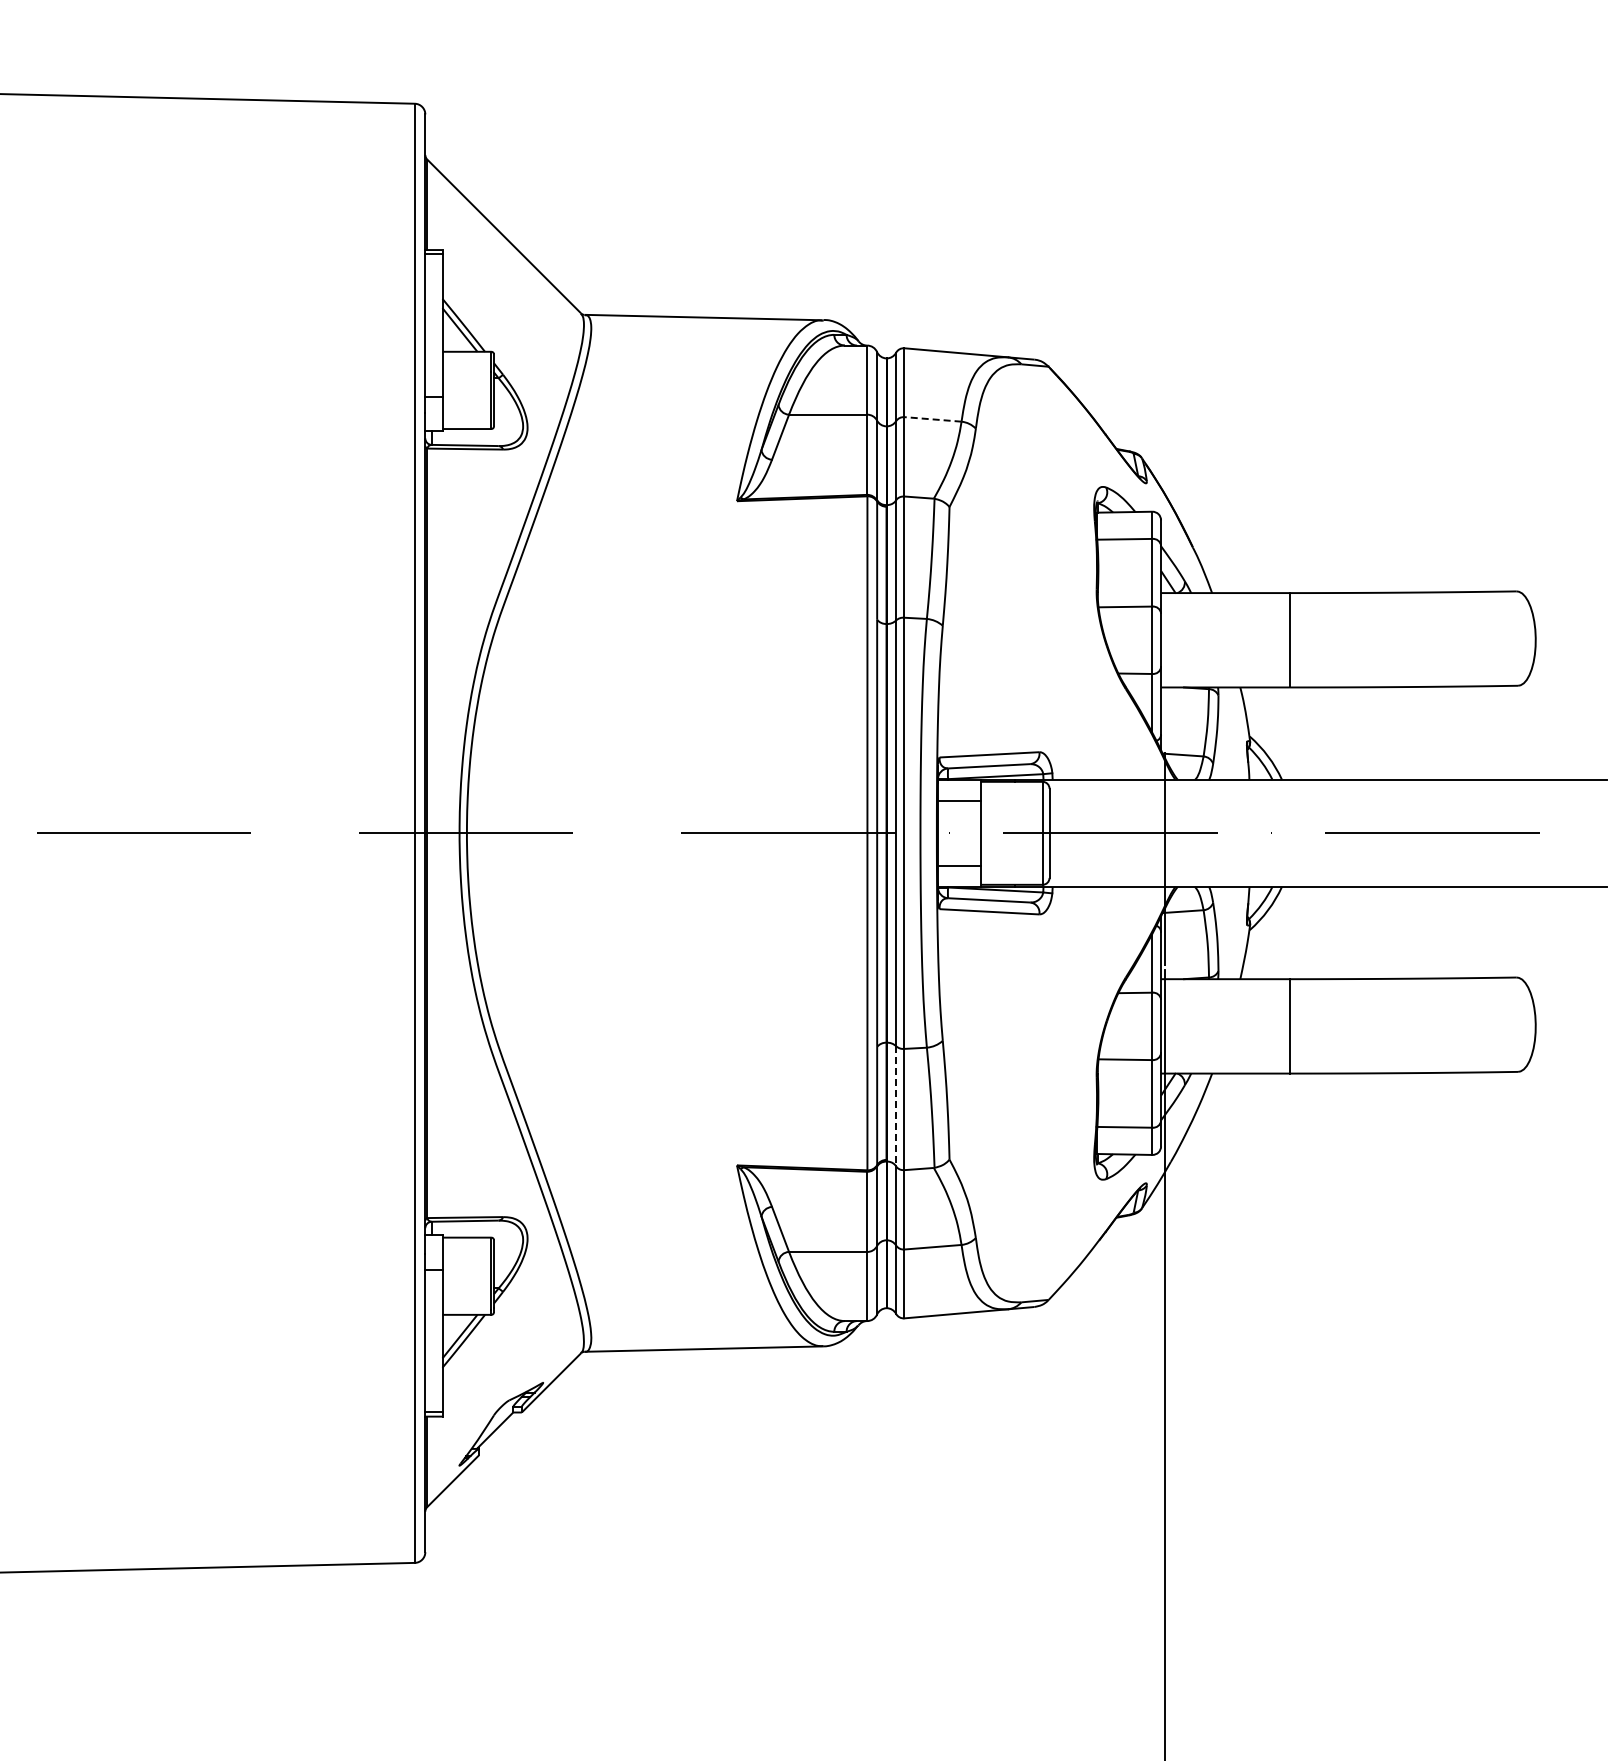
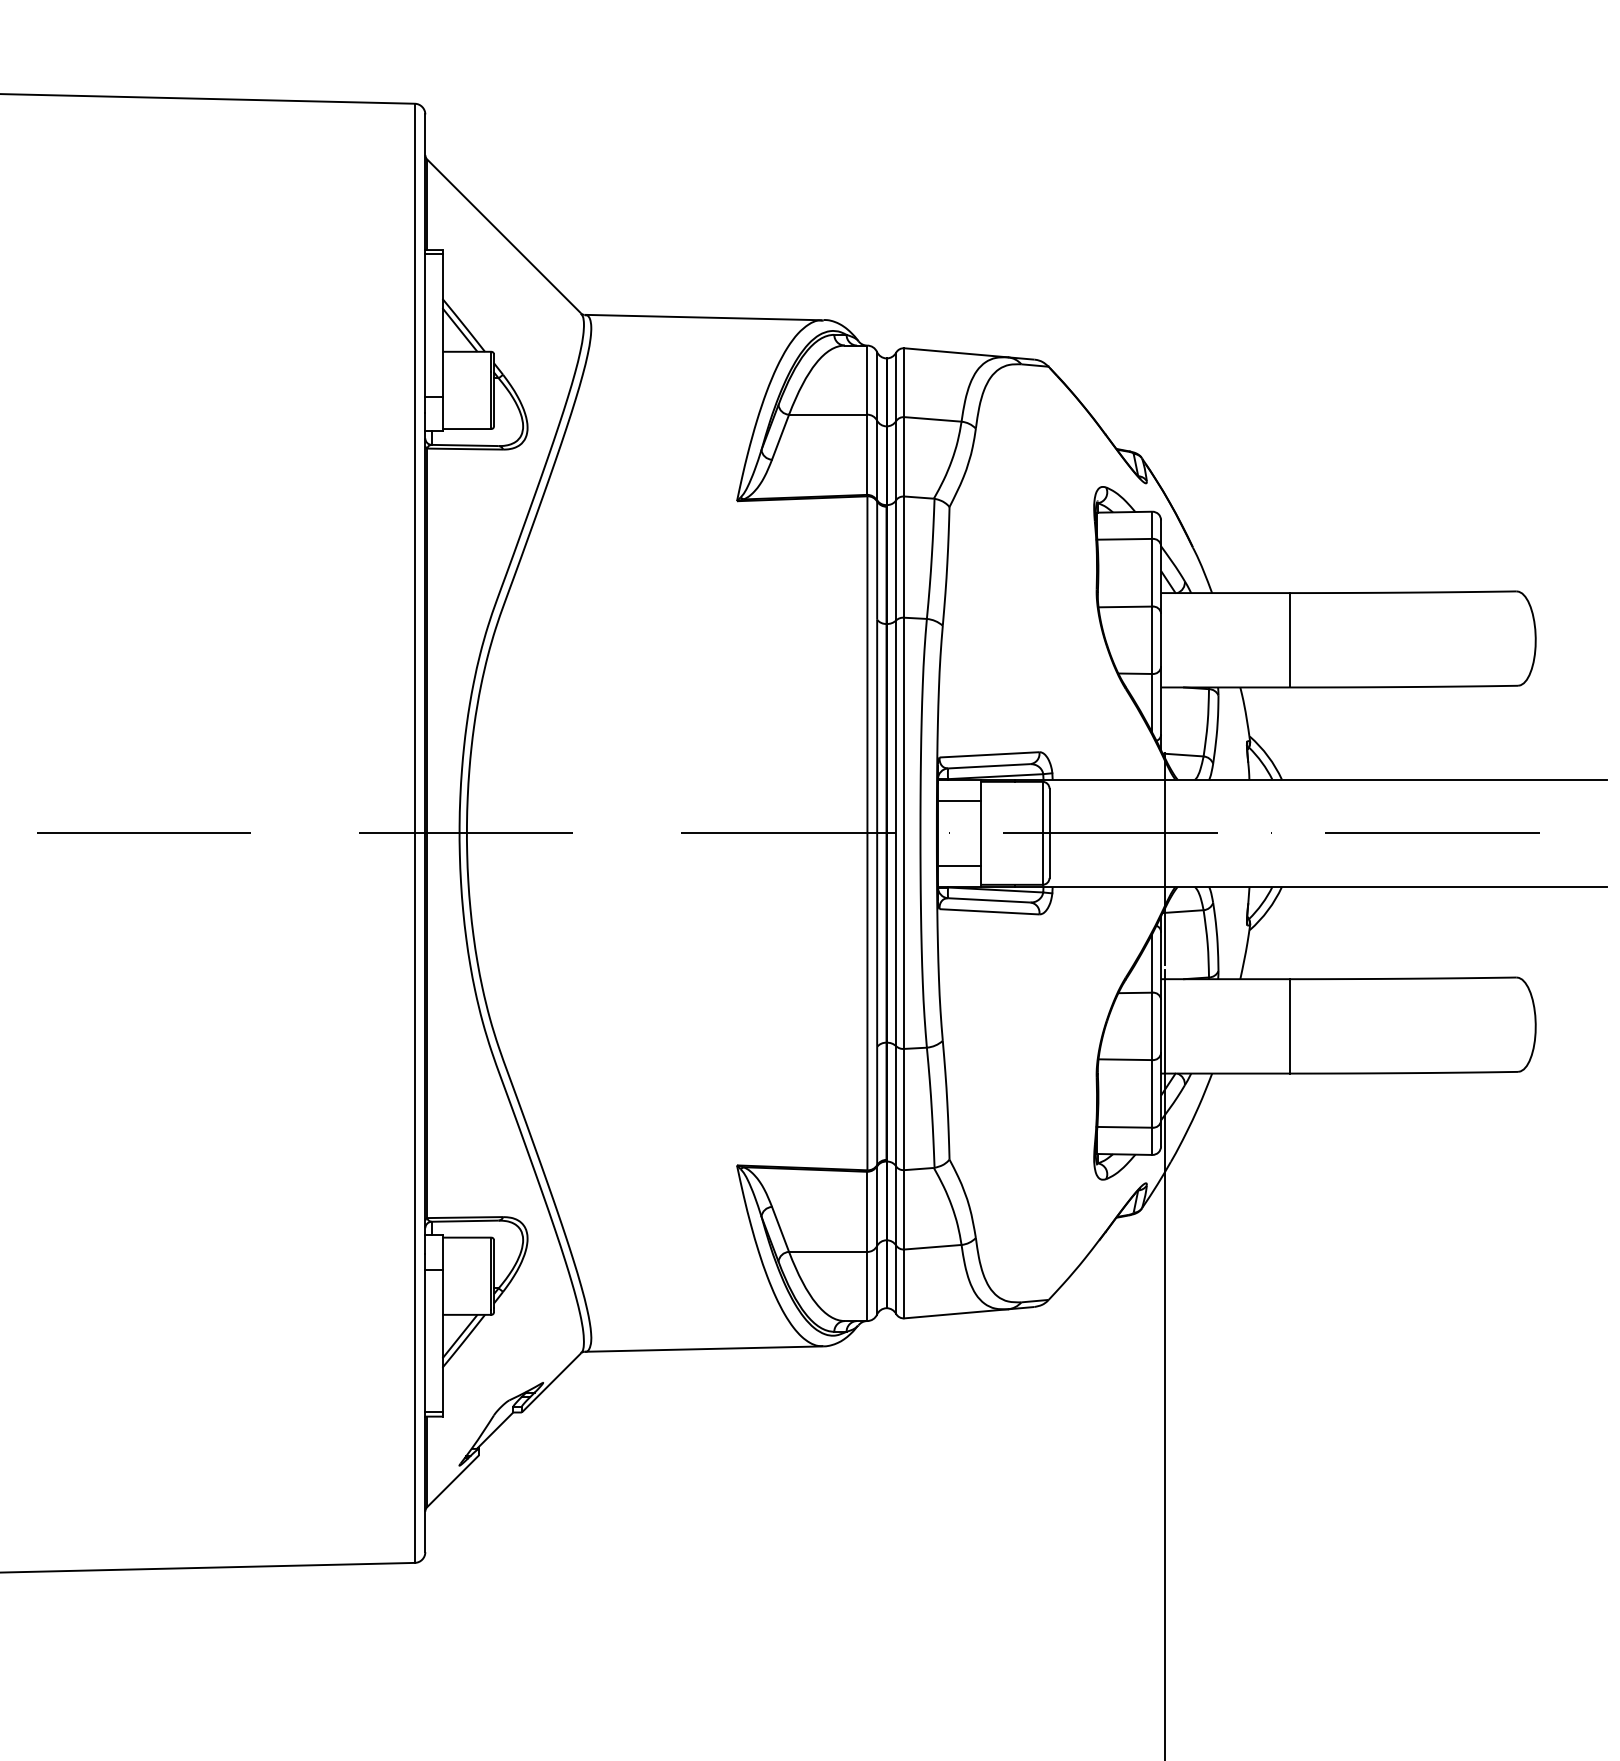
line at (932, 419): dashed -> solid
line at (896, 1106): dashed -> solid
